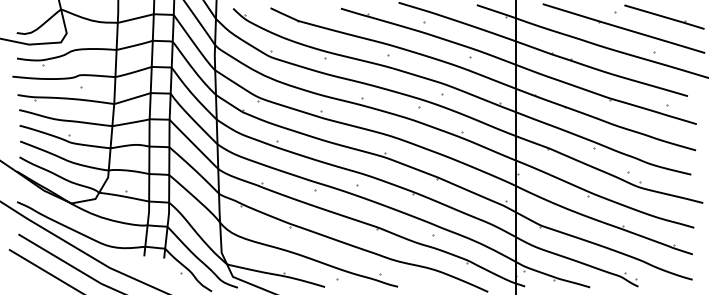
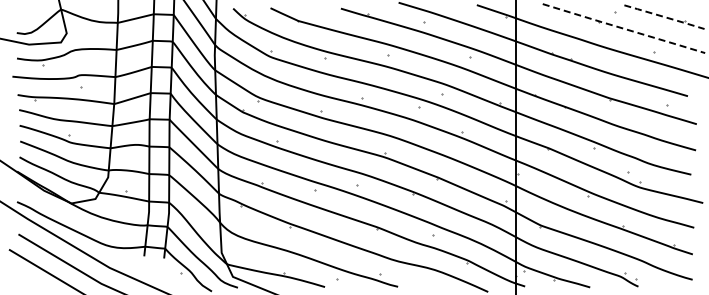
line at (664, 17): solid -> dashed
line at (623, 28): solid -> dashed
